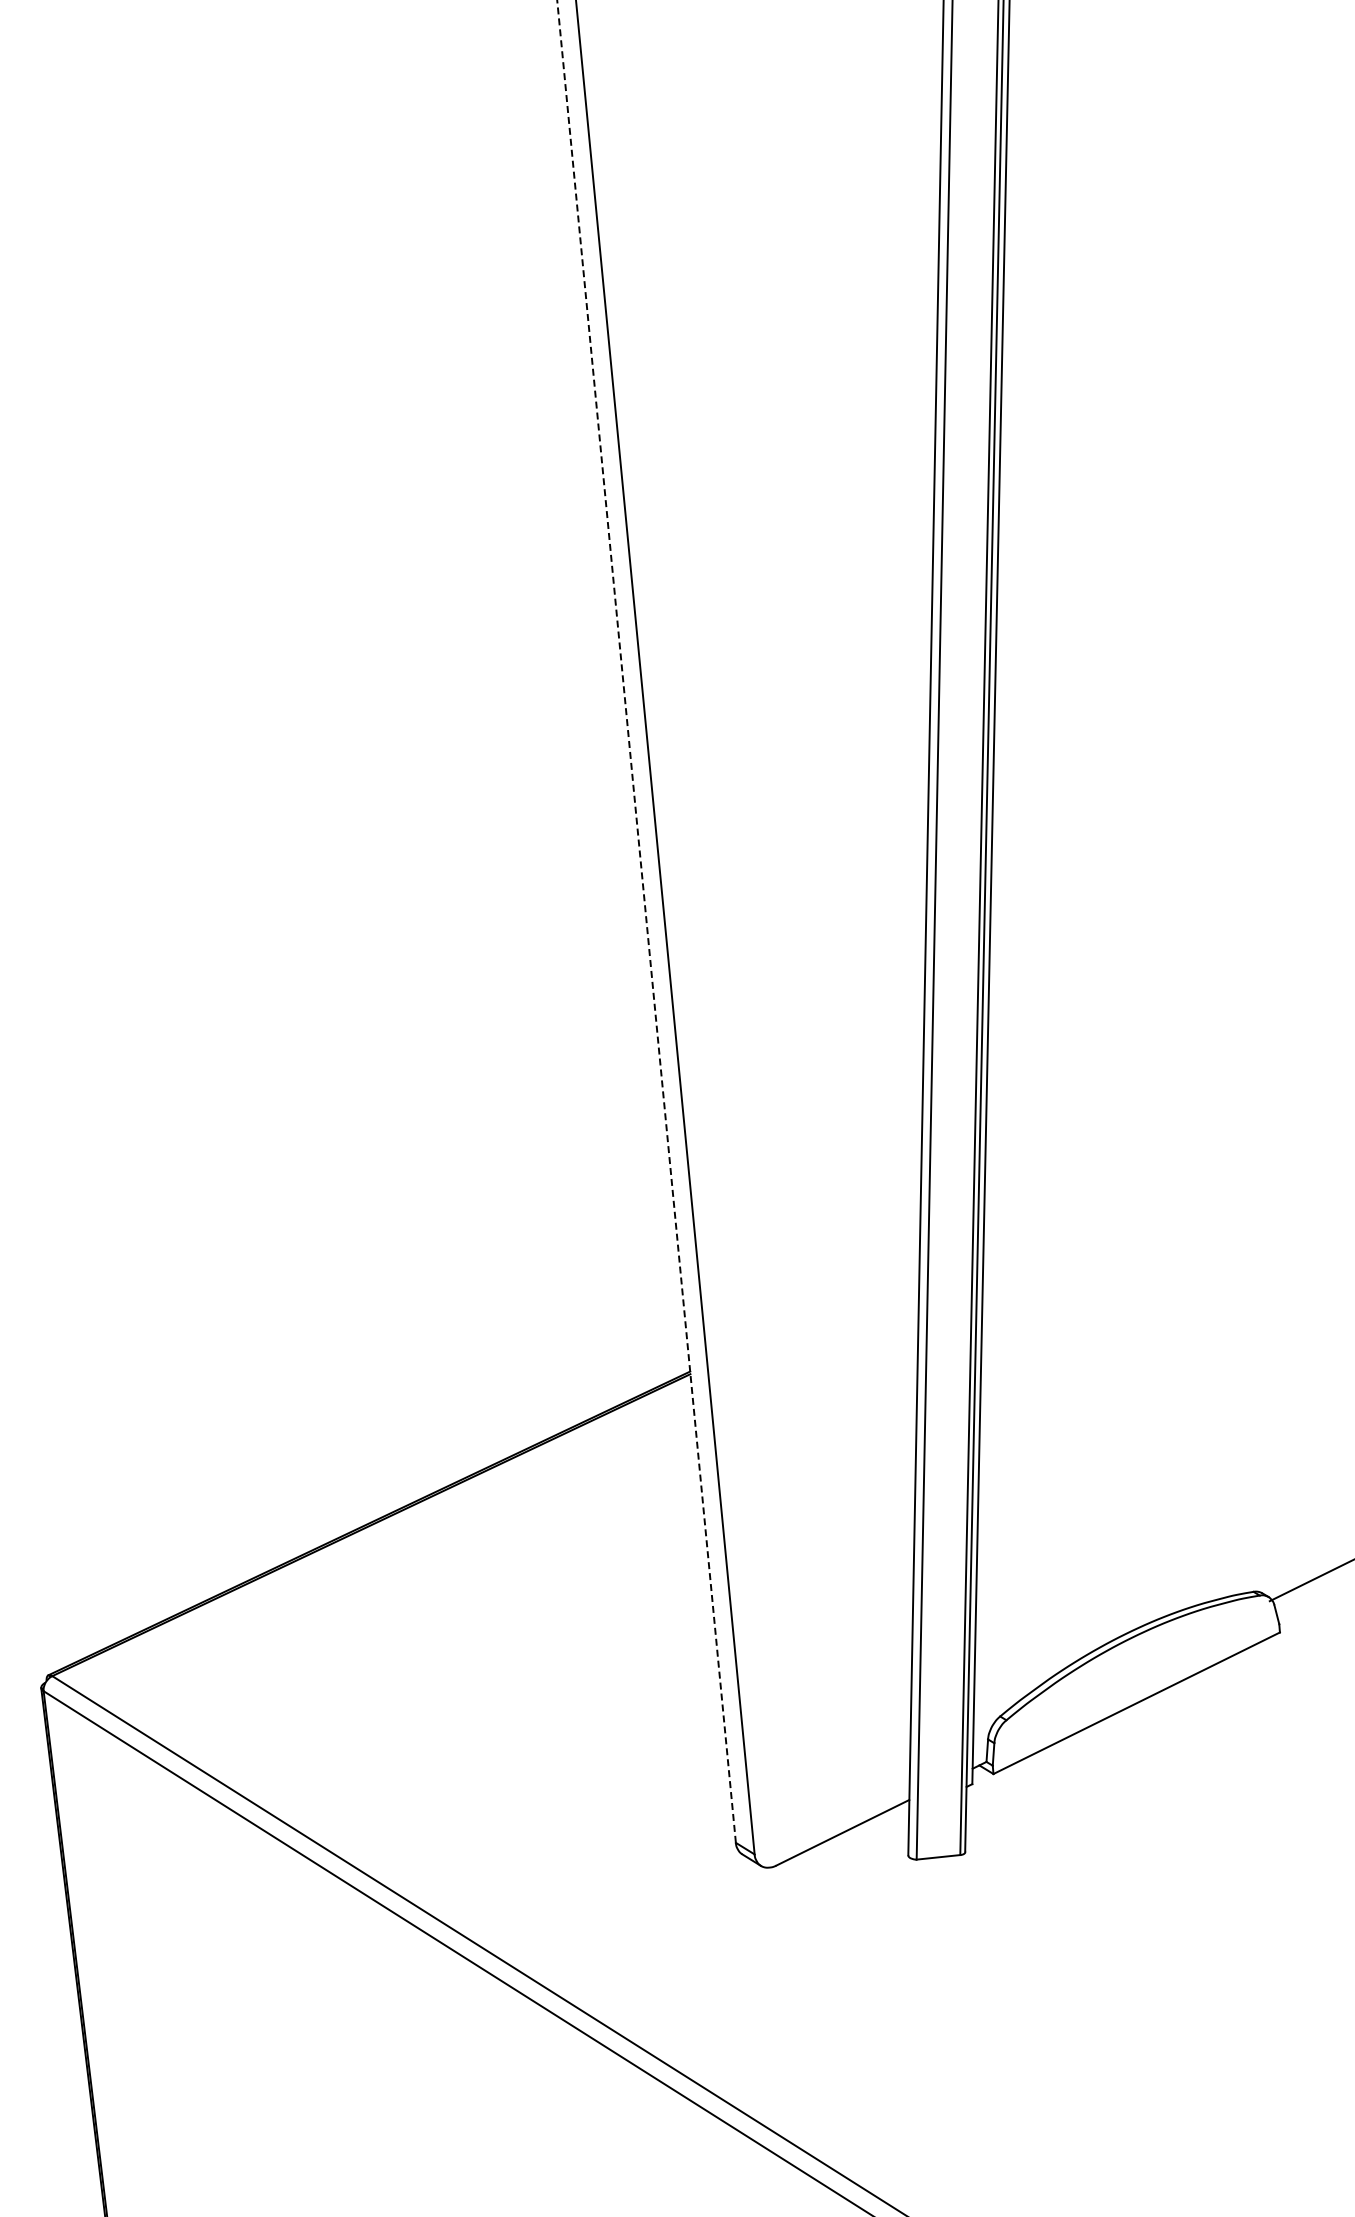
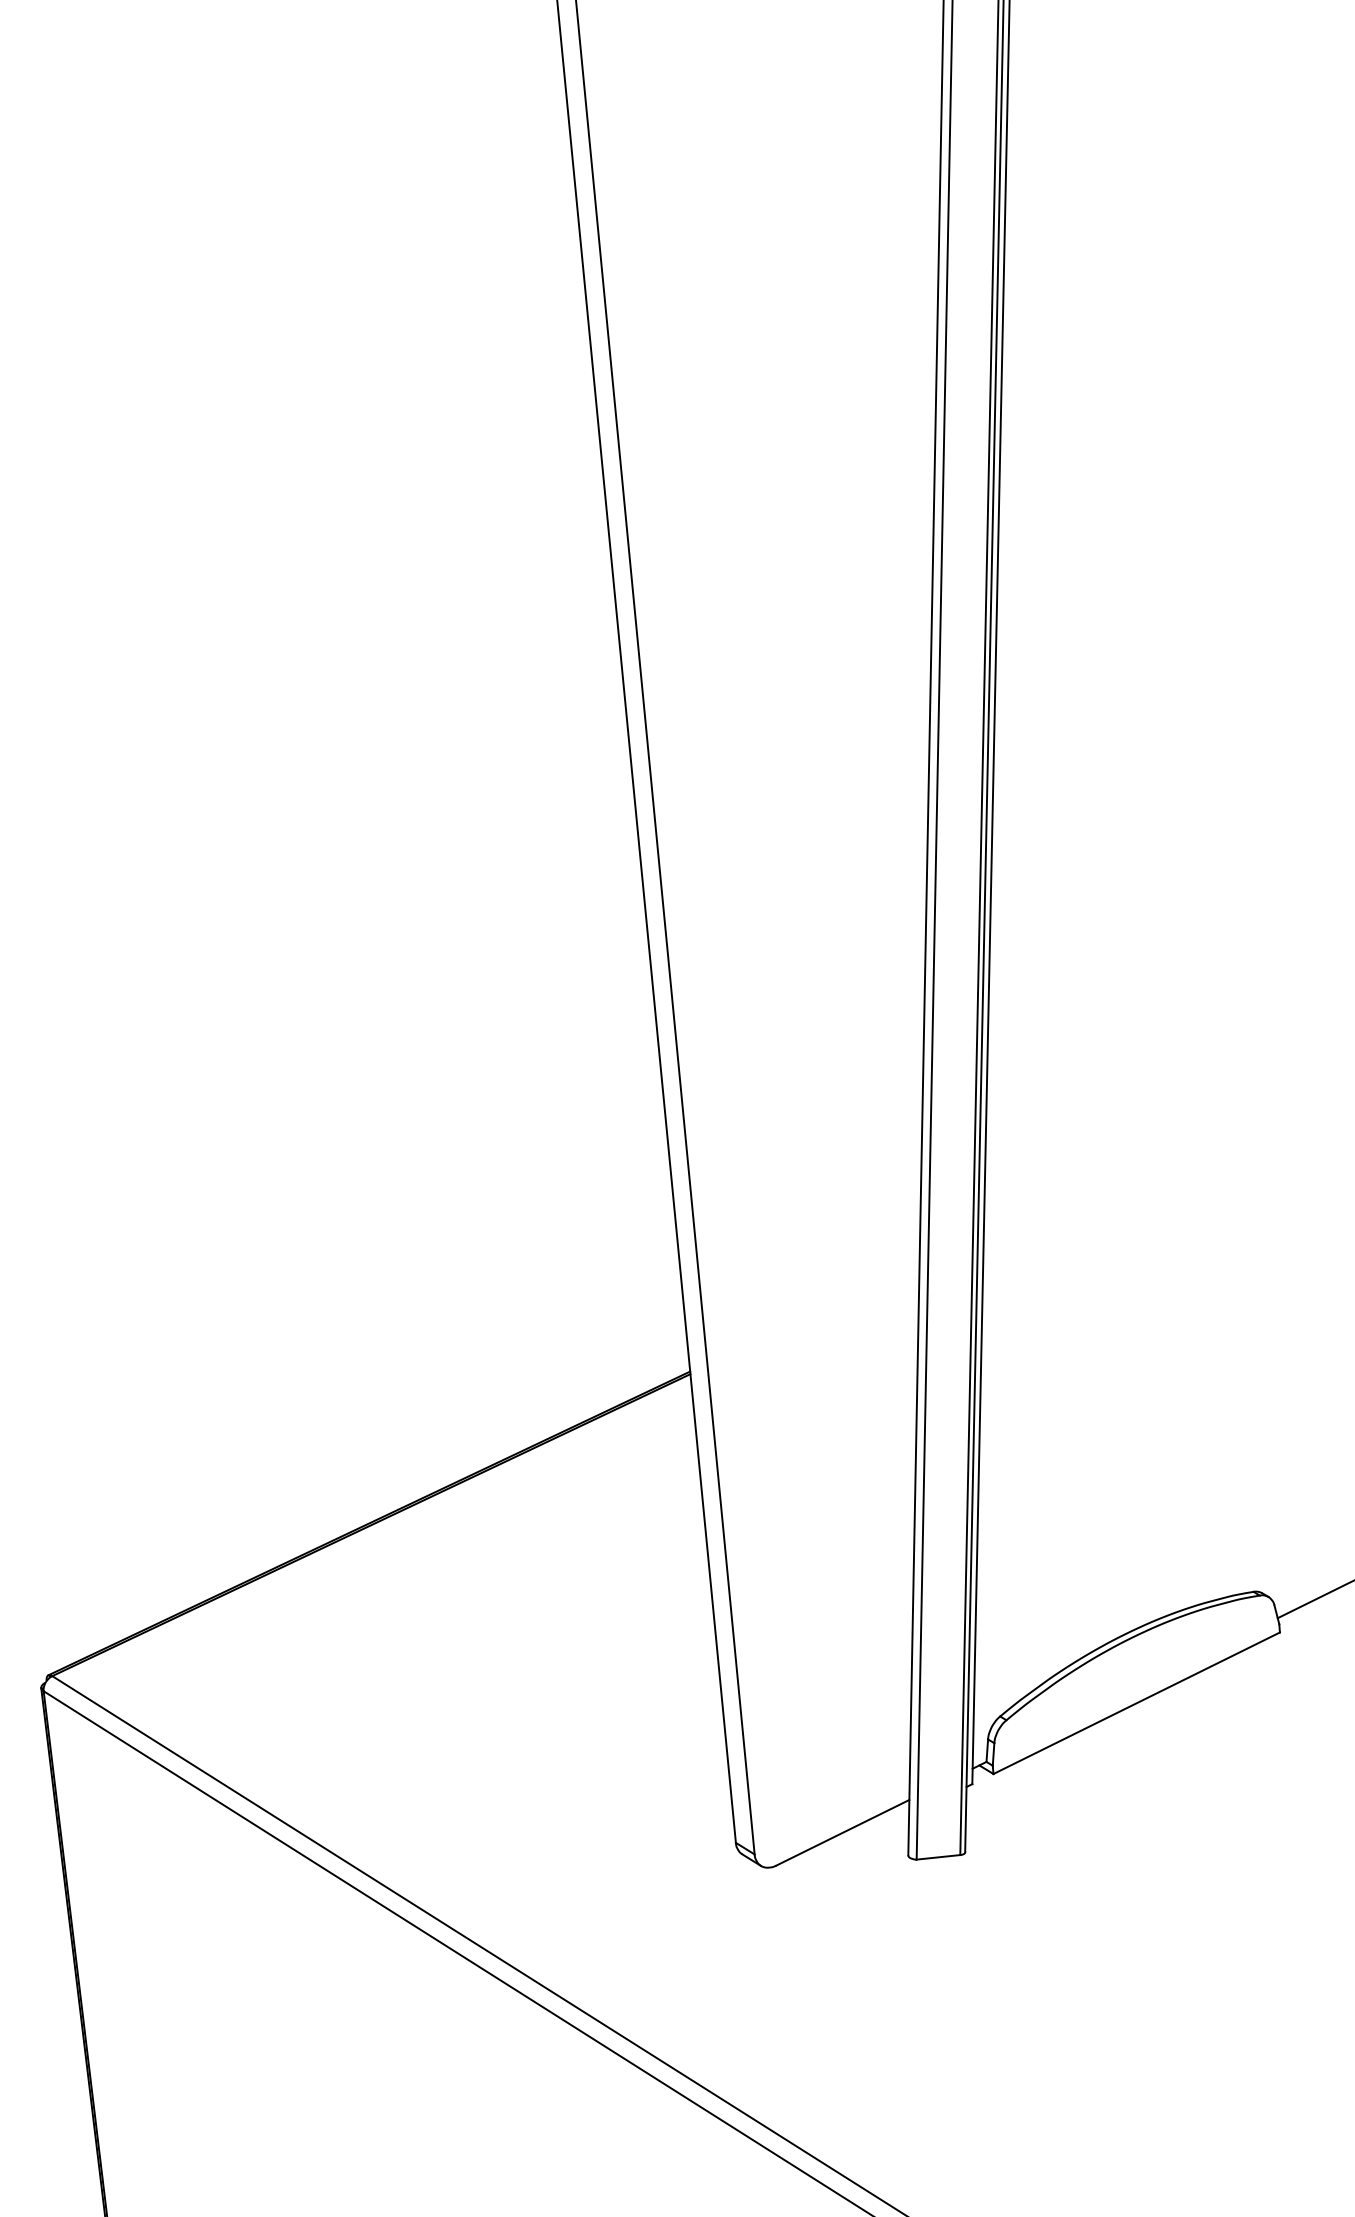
line at (646, 921): dashed -> solid
line at (1310, 1580) position: (1310, 1580) -> (1314, 1599)
